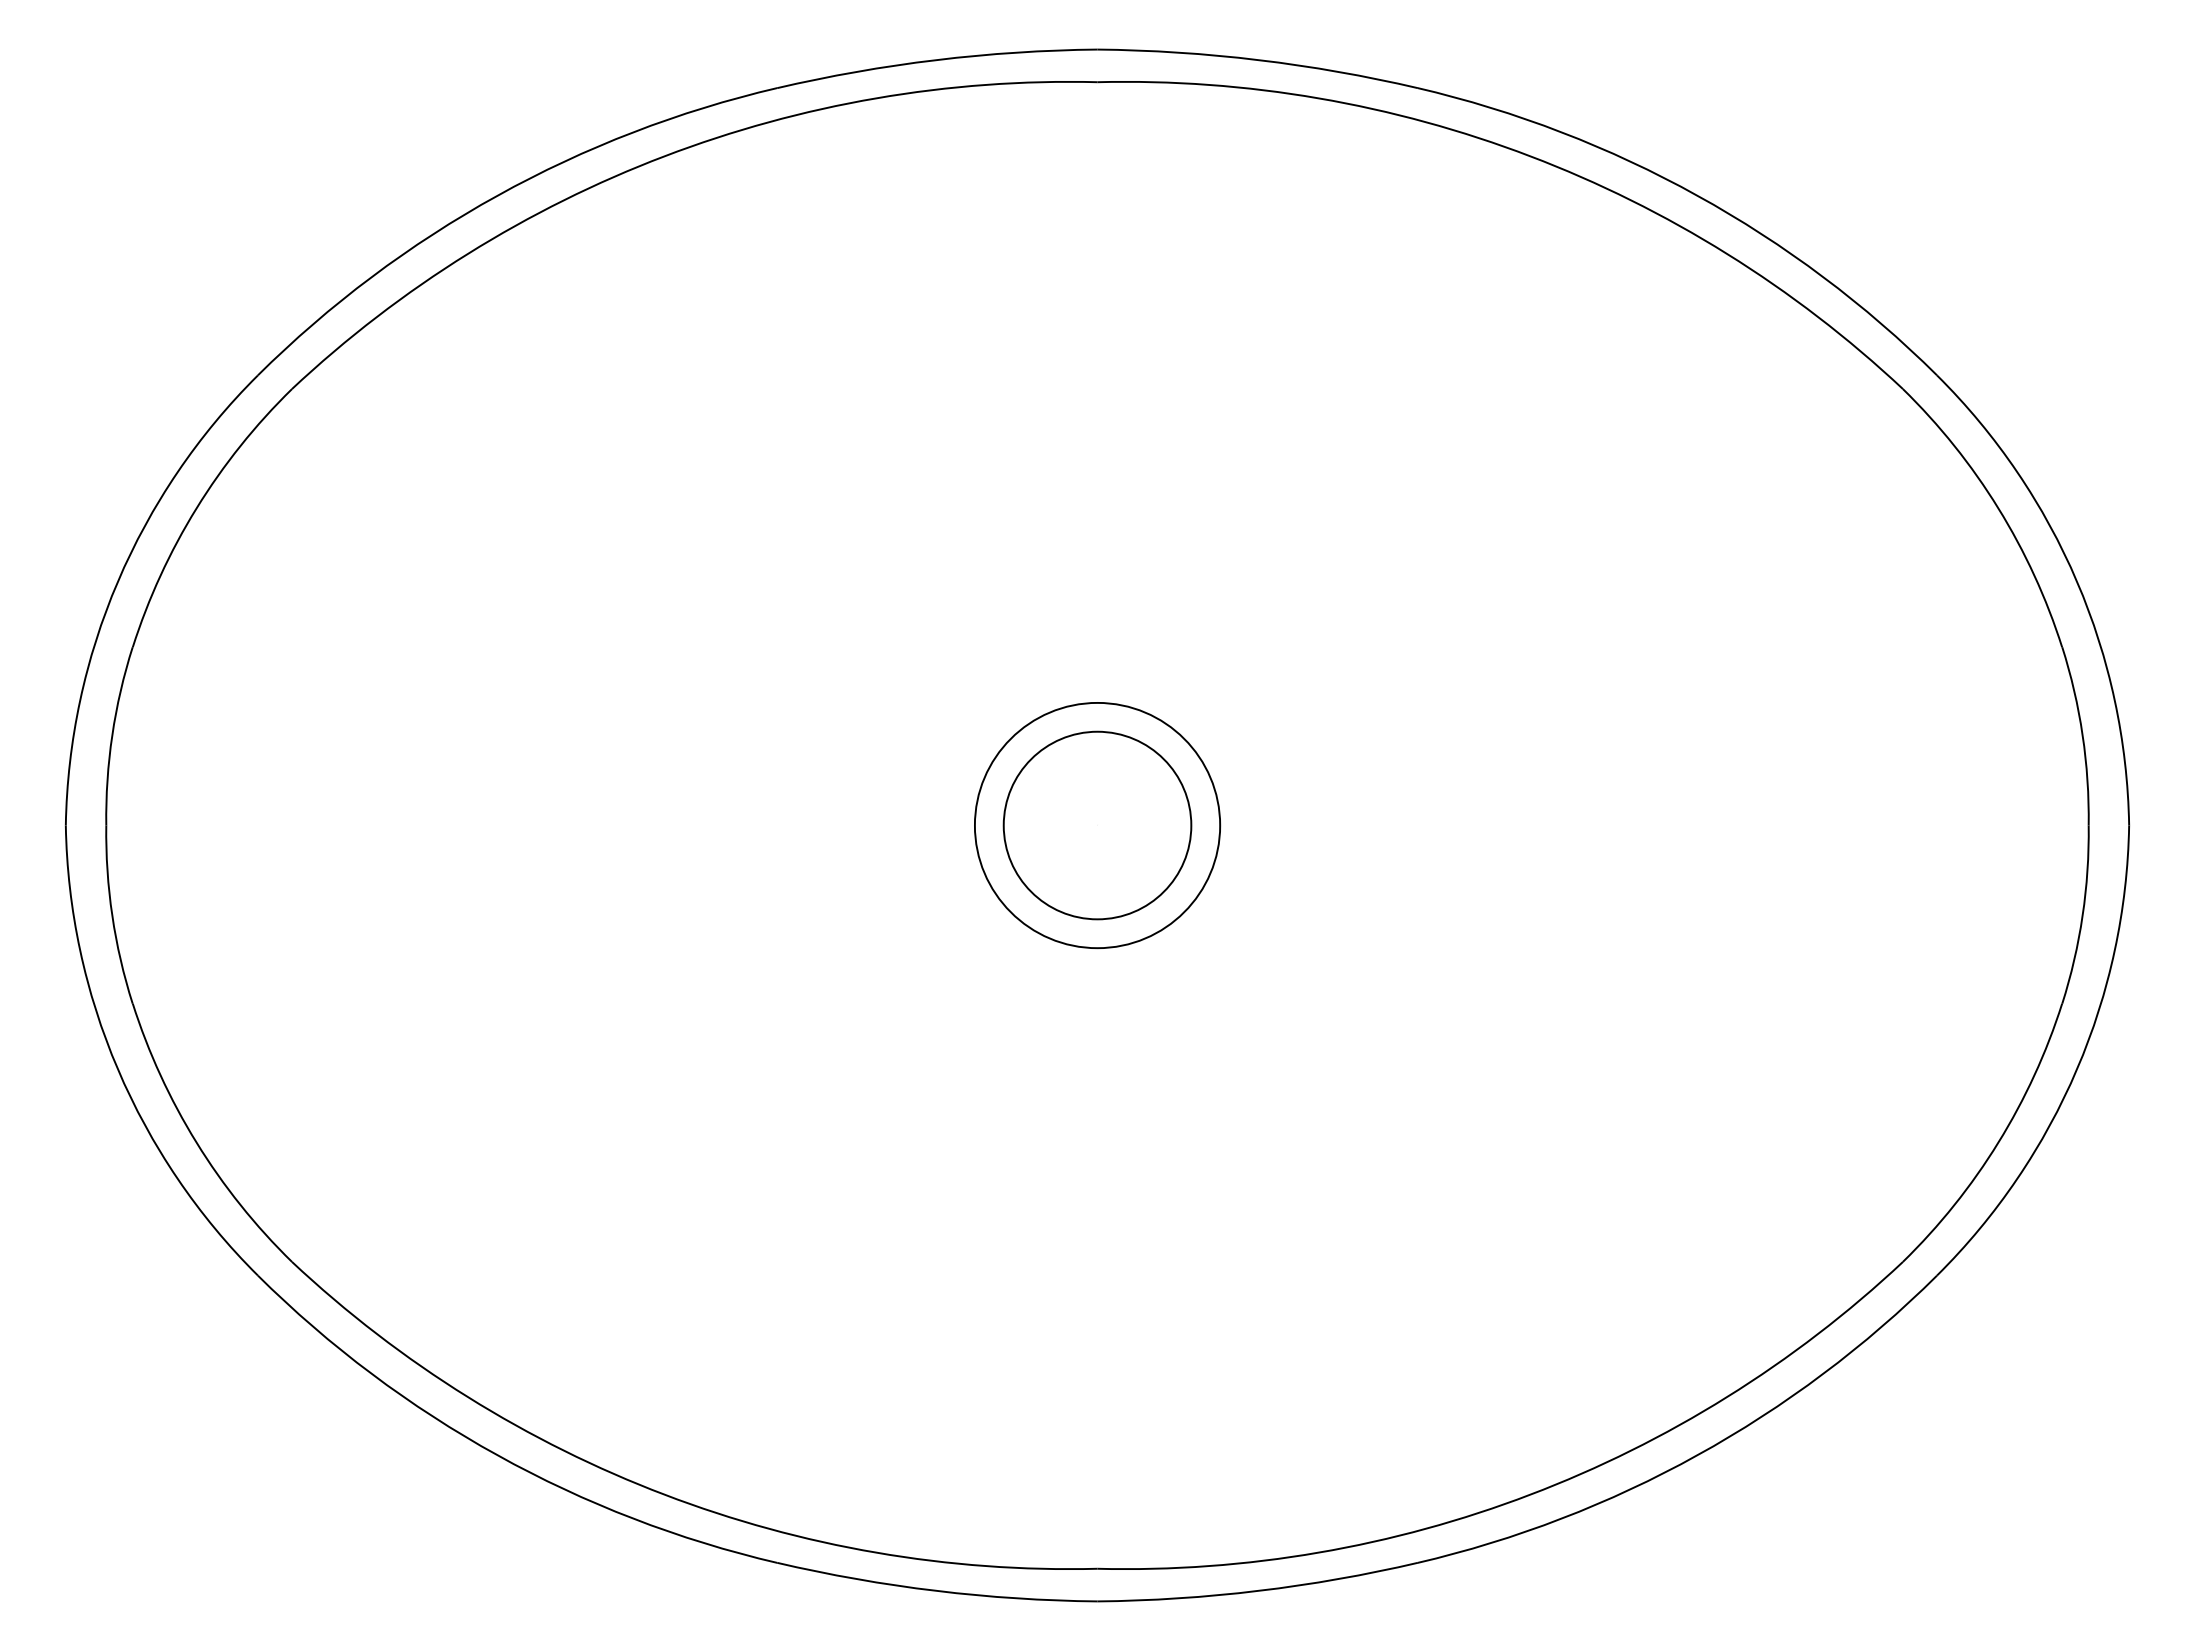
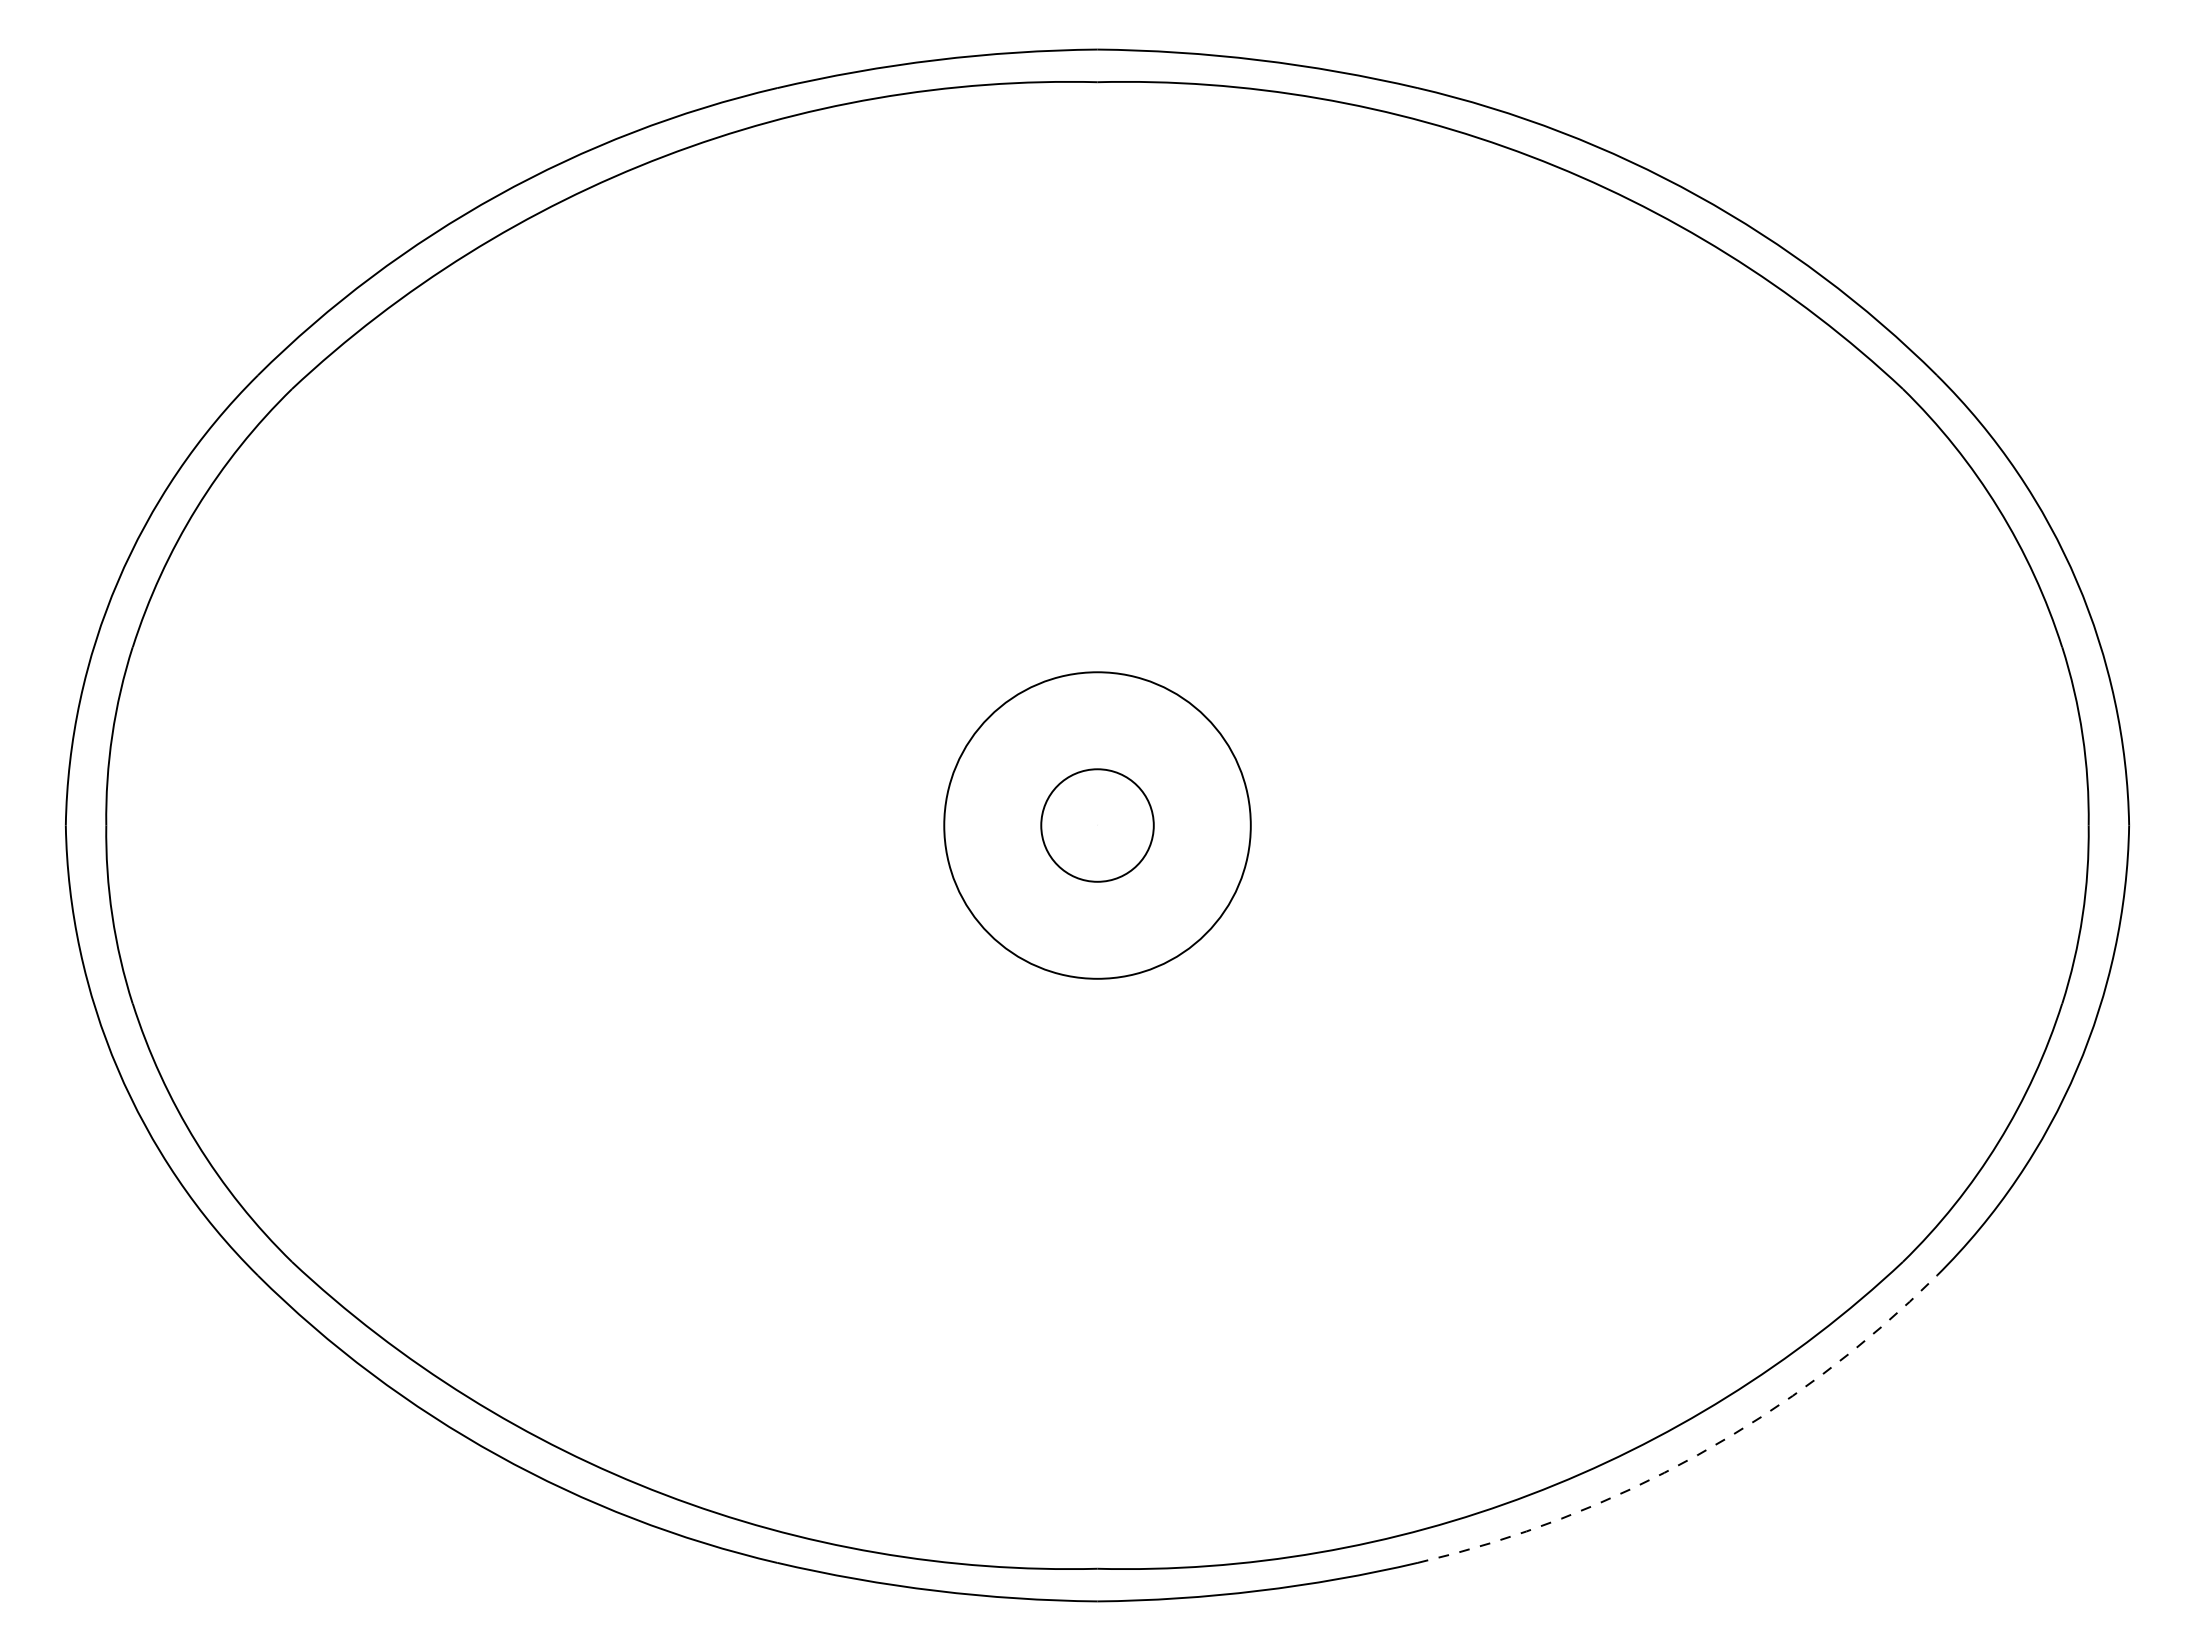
circle at (1097, 825) diameter: 188 px -> 113 px
circle at (1097, 825) diameter: 245 px -> 307 px
arc at (1697, 1455): solid -> dashed
